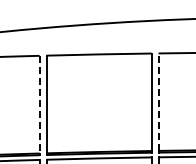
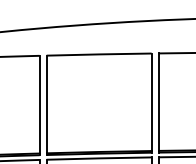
line at (158, 102): dashed -> solid
line at (39, 104): dashed -> solid
